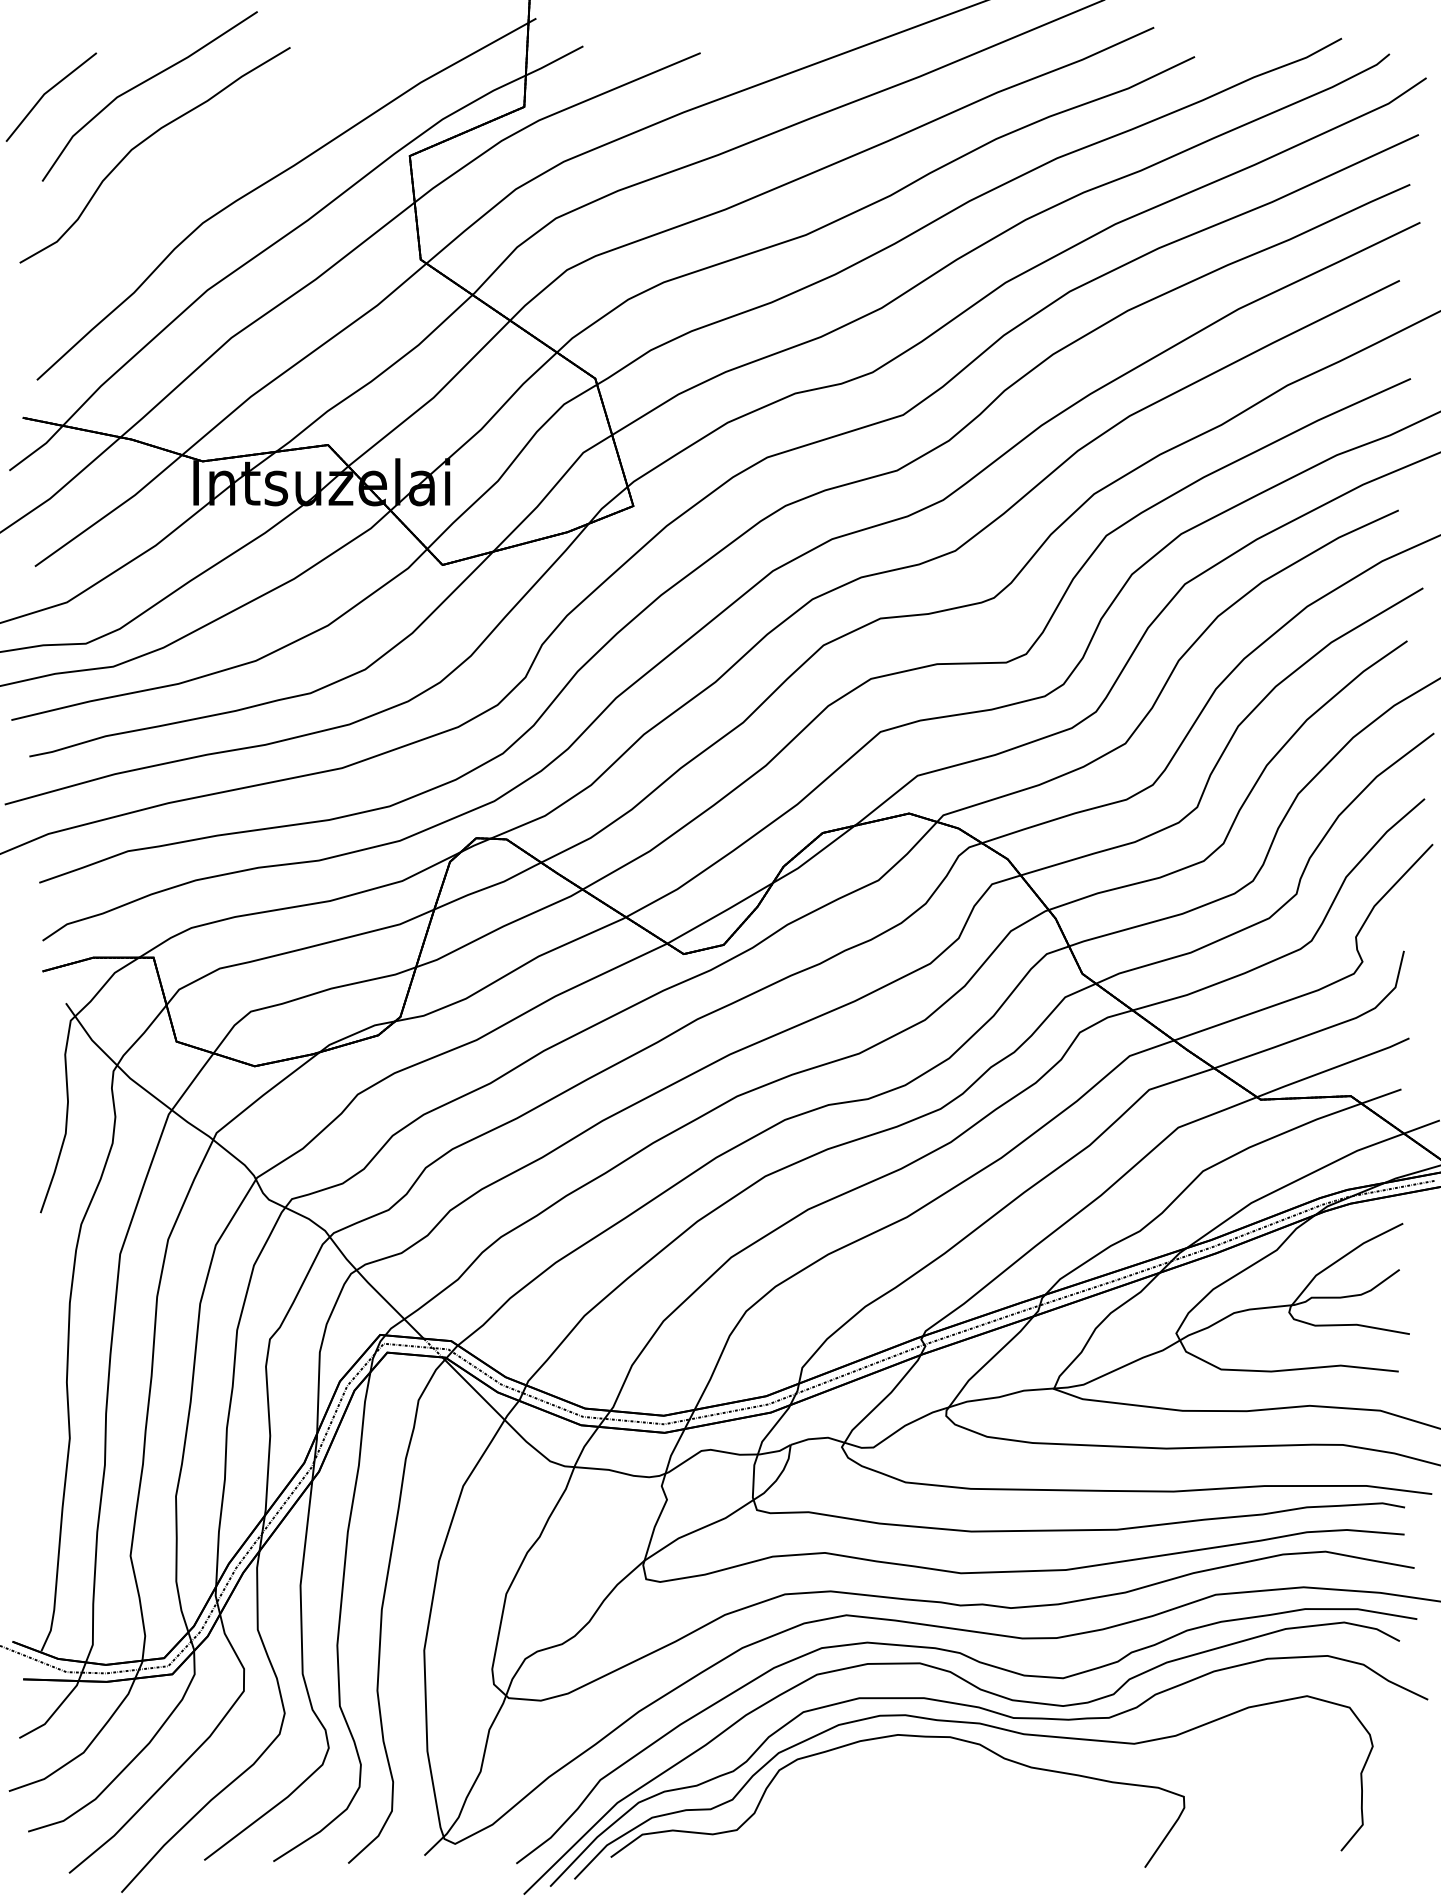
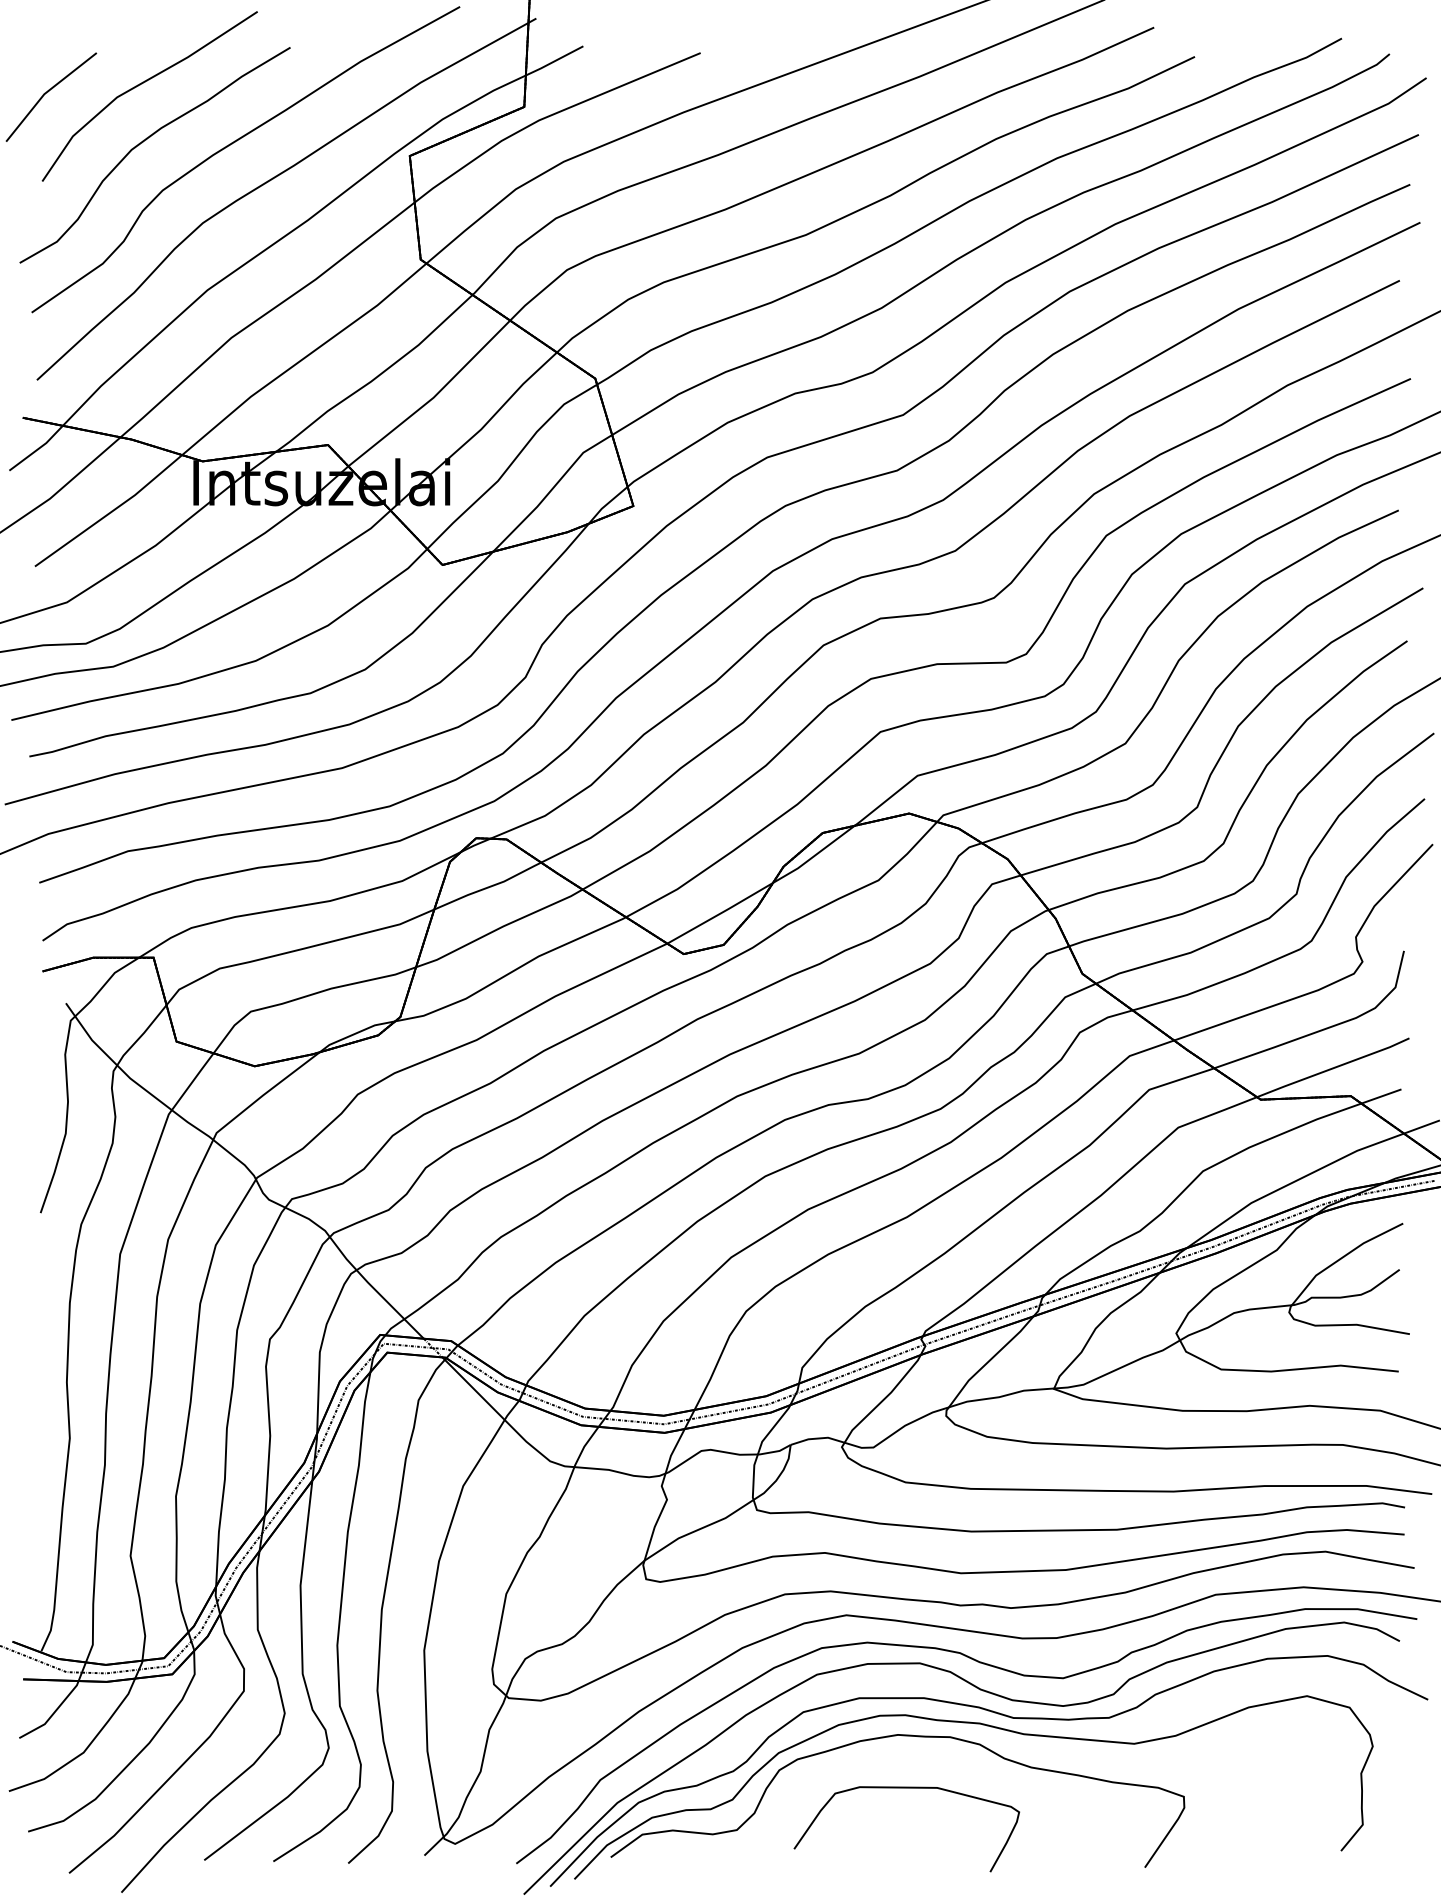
part at (237, 141): none -> present
curve at (906, 1788): none -> present
